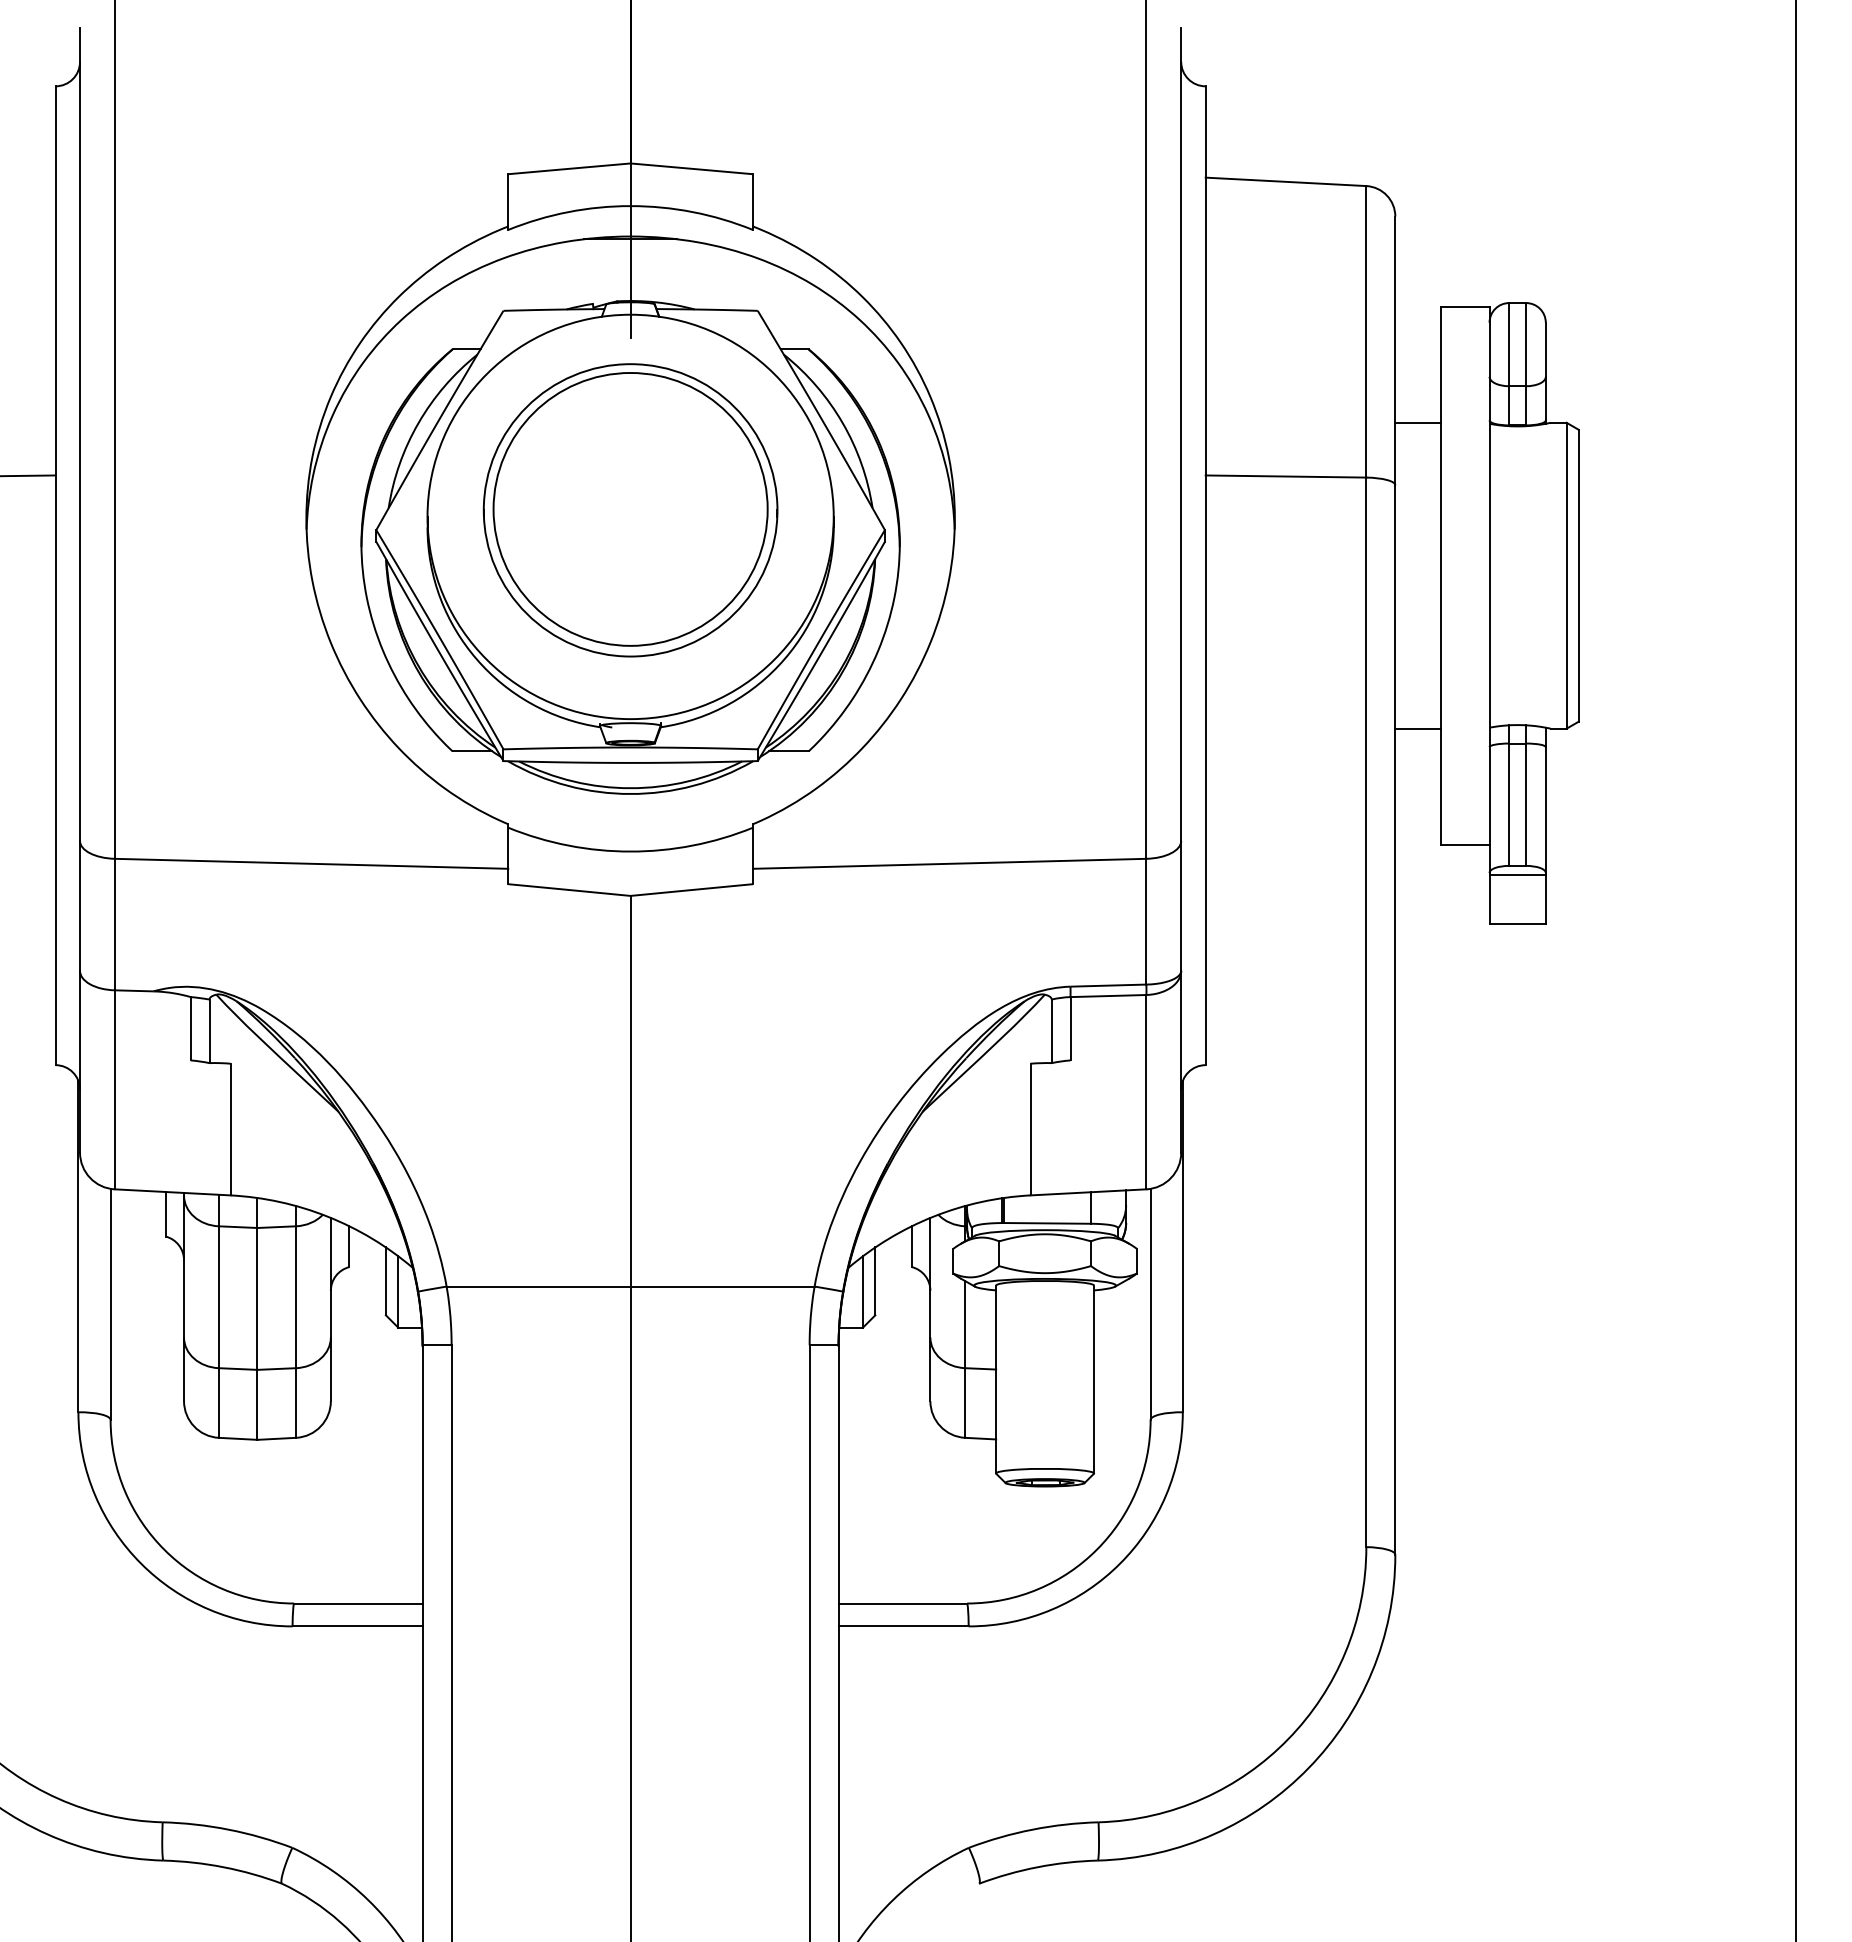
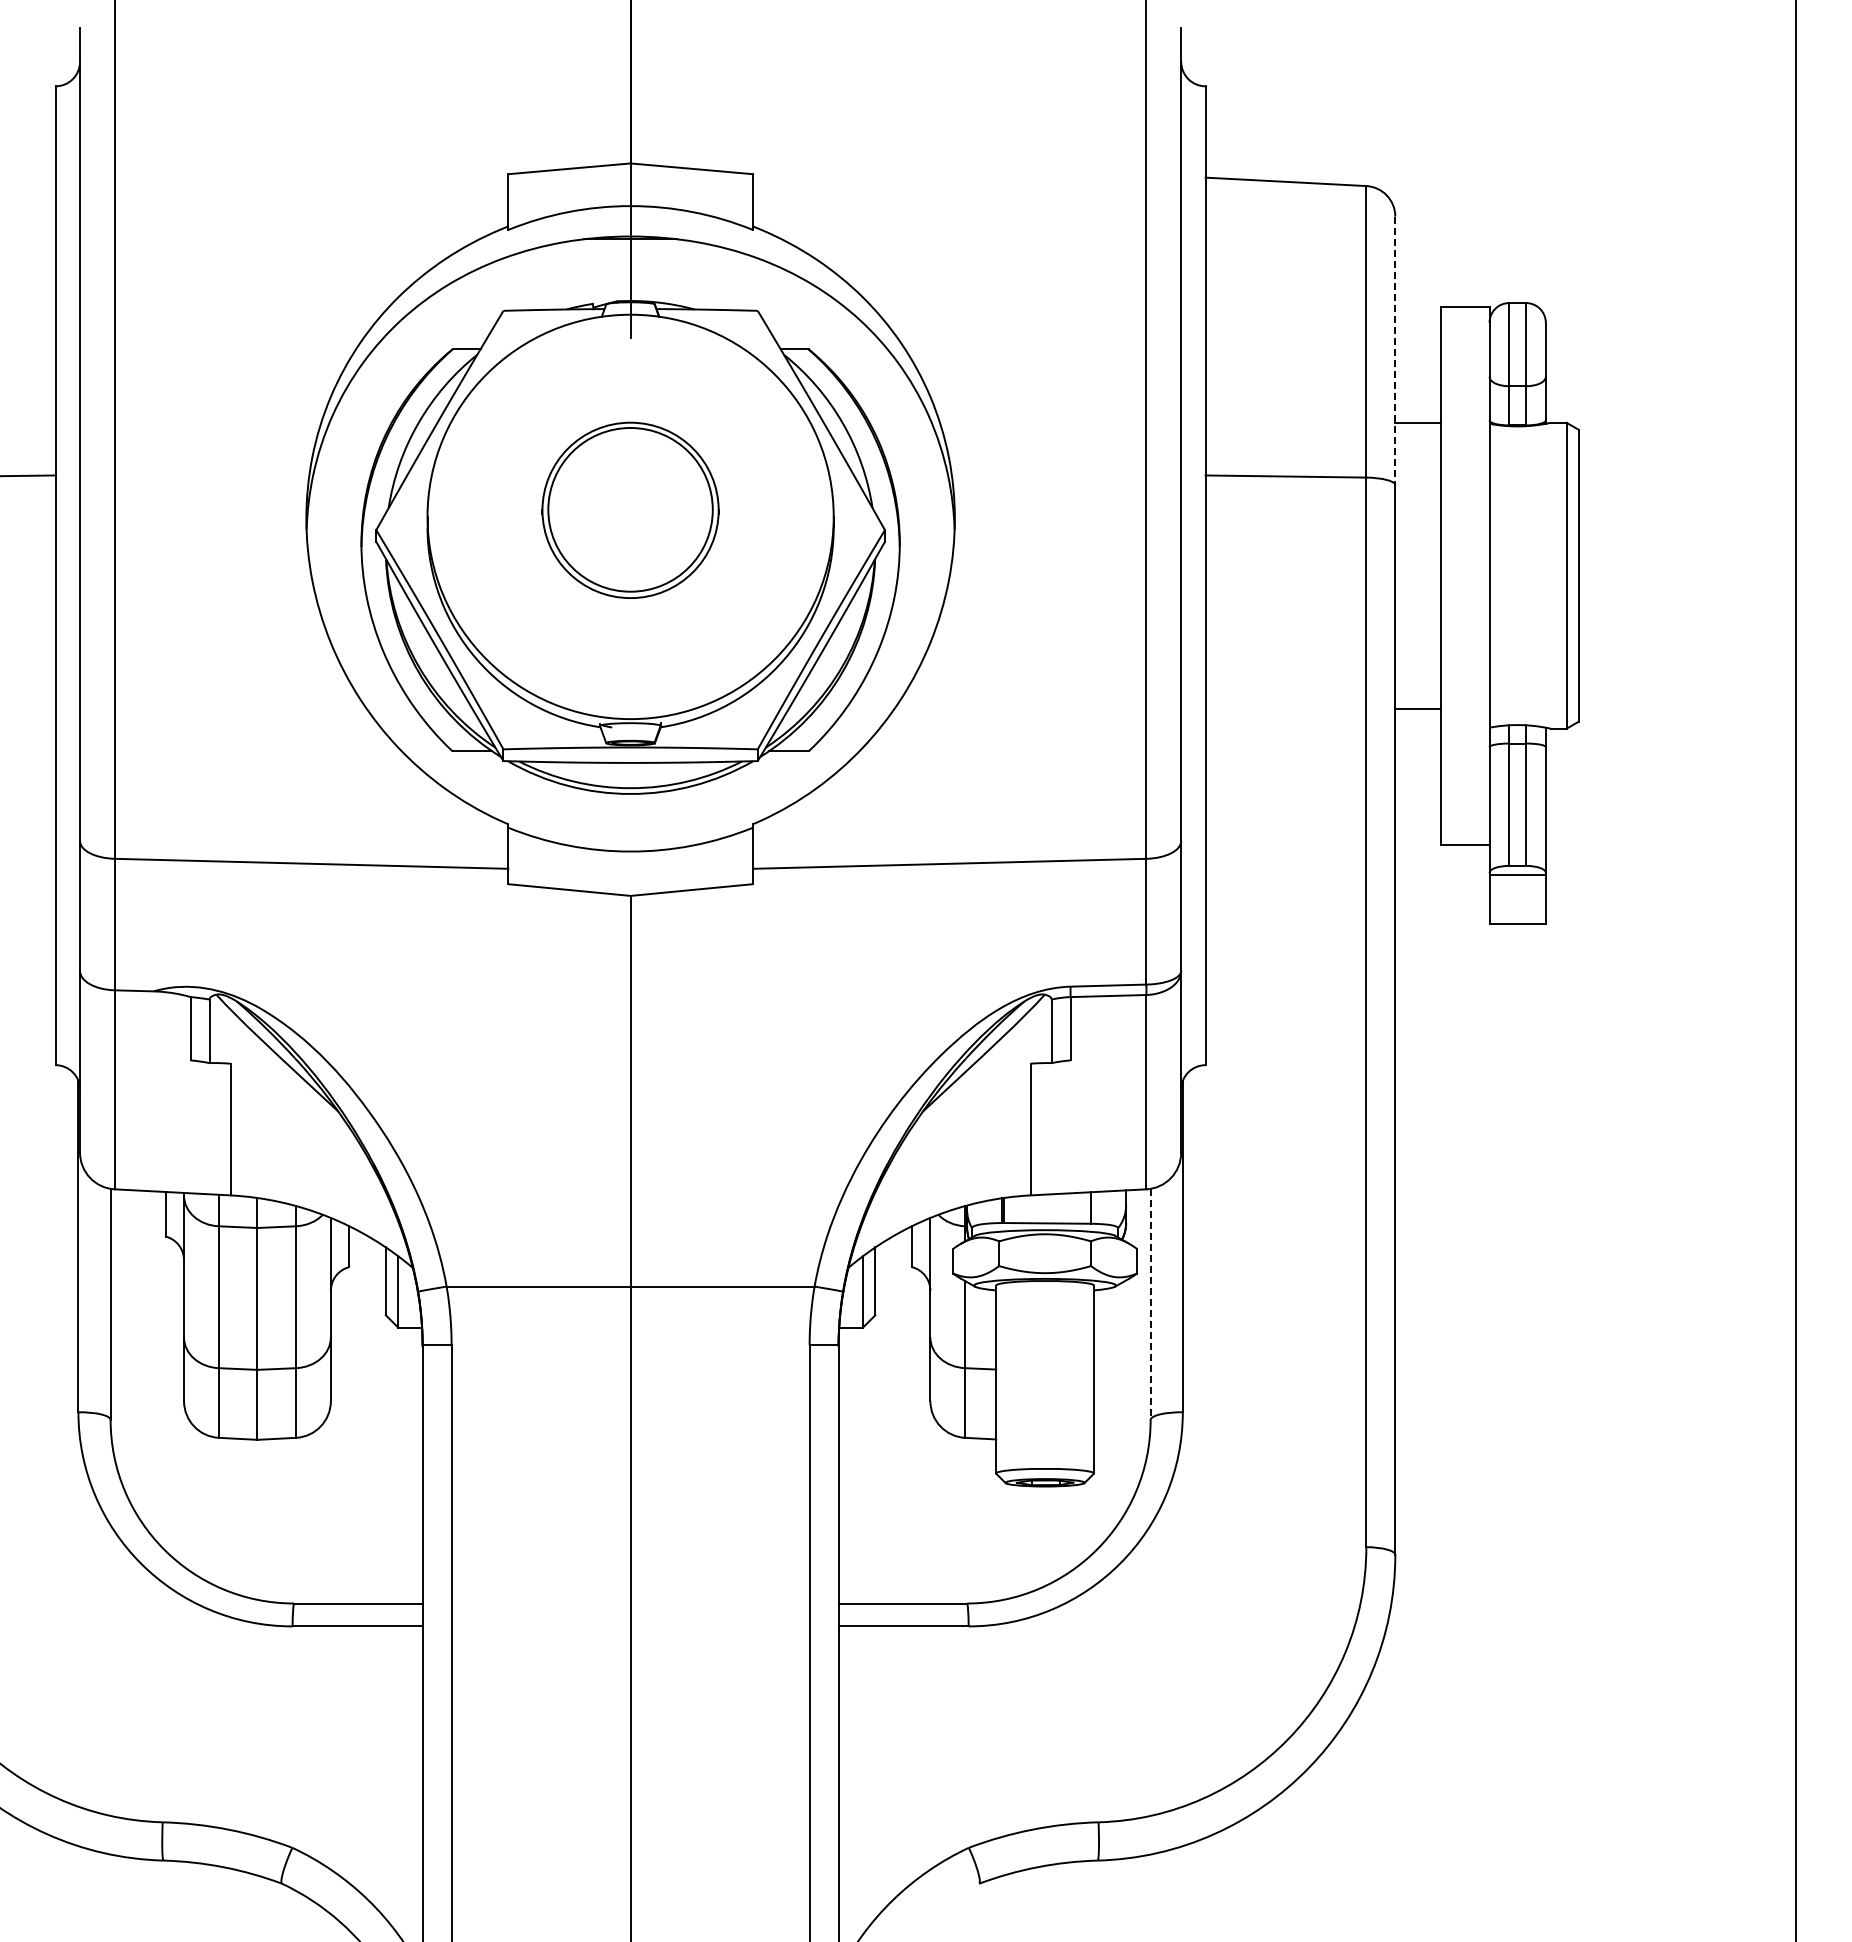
line at (1395, 351): solid -> dashed
part at (630, 510) size: 297x295 px -> 179x178 px
line at (1417, 728) position: (1417, 728) -> (1417, 708)
line at (1150, 1304): solid -> dashed
